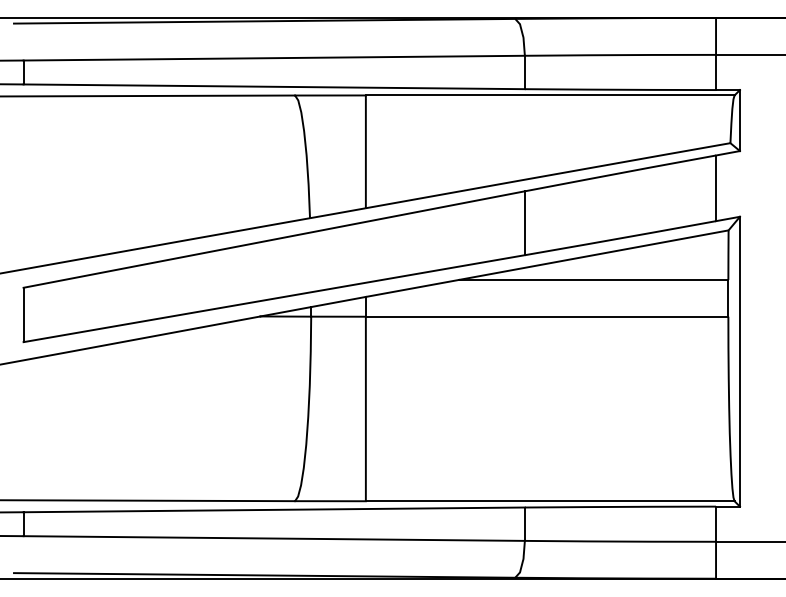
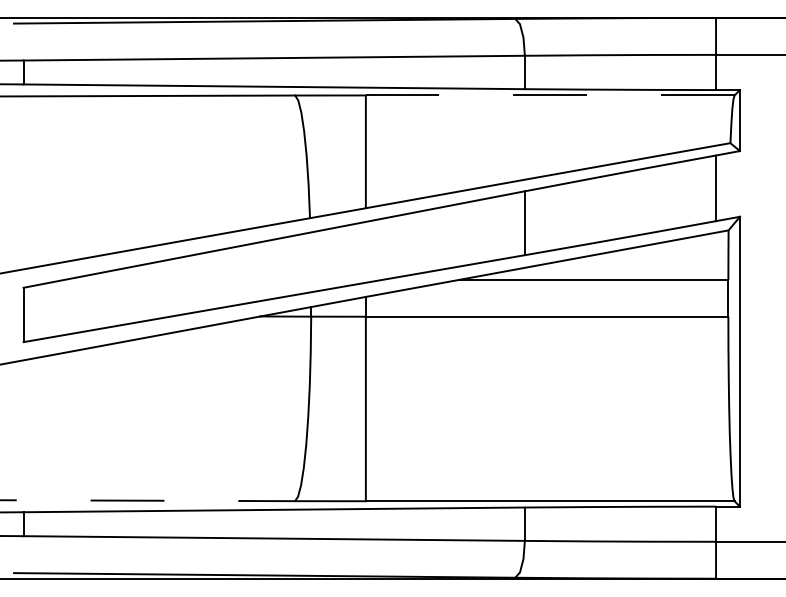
line at (549, 95): solid -> dashed
line at (148, 500): solid -> dashed
